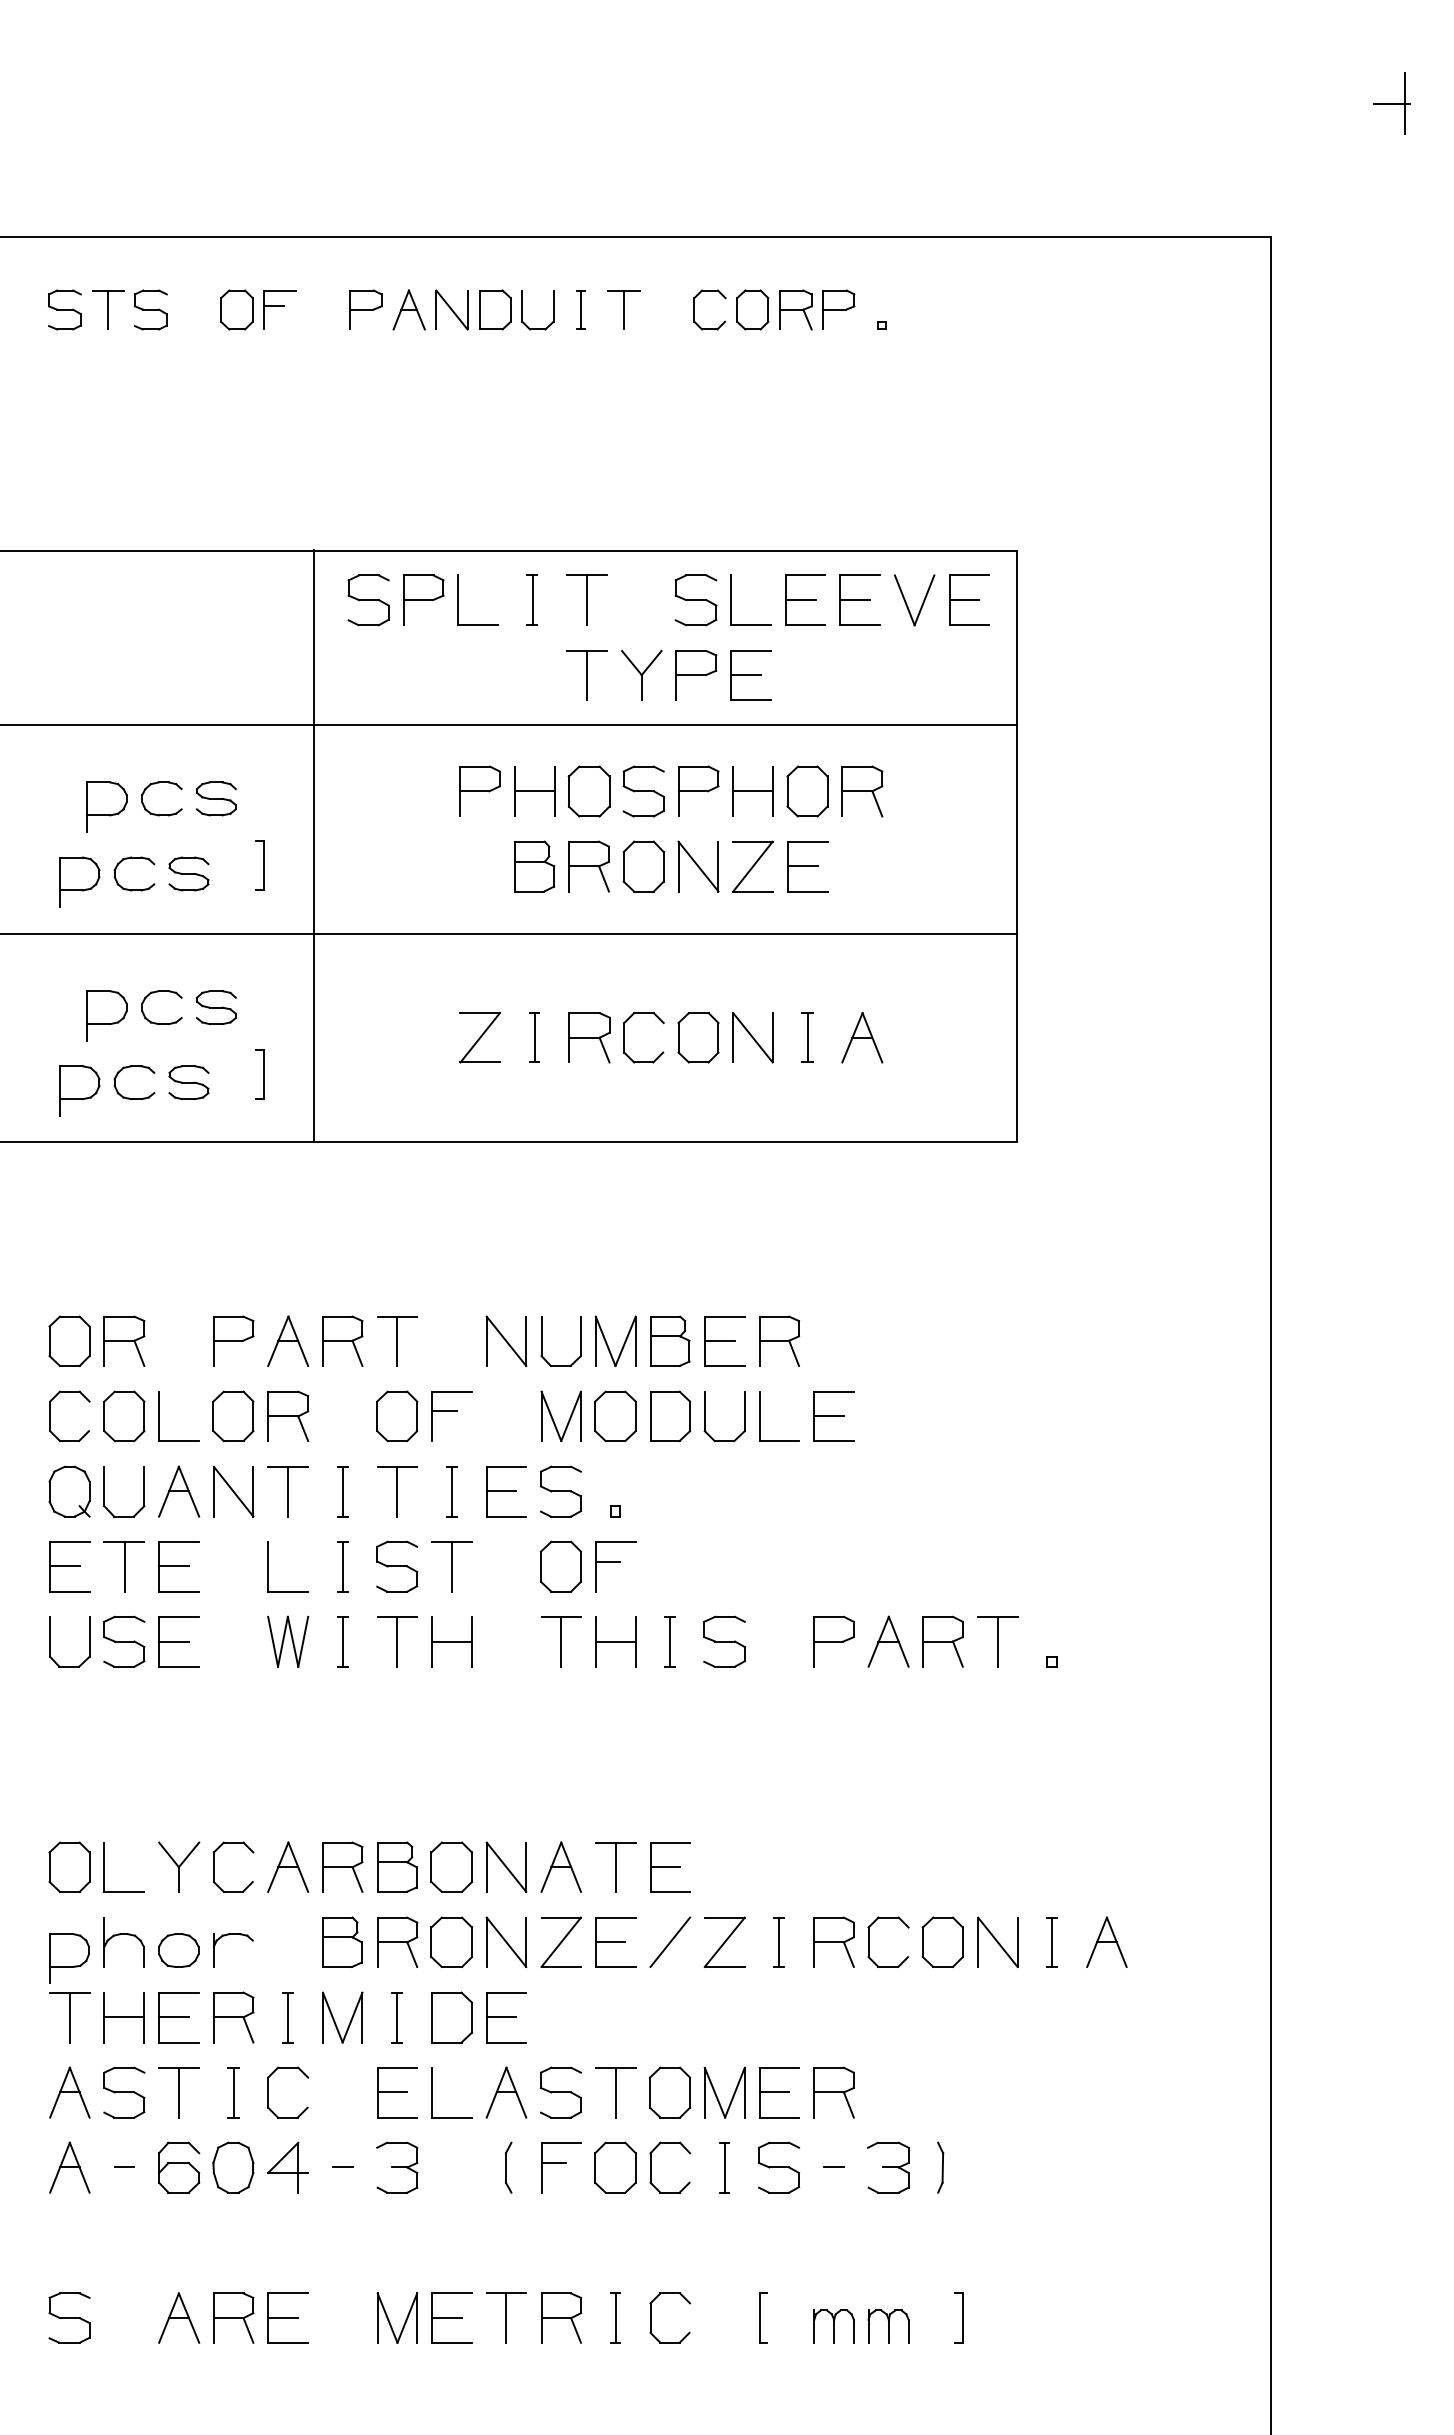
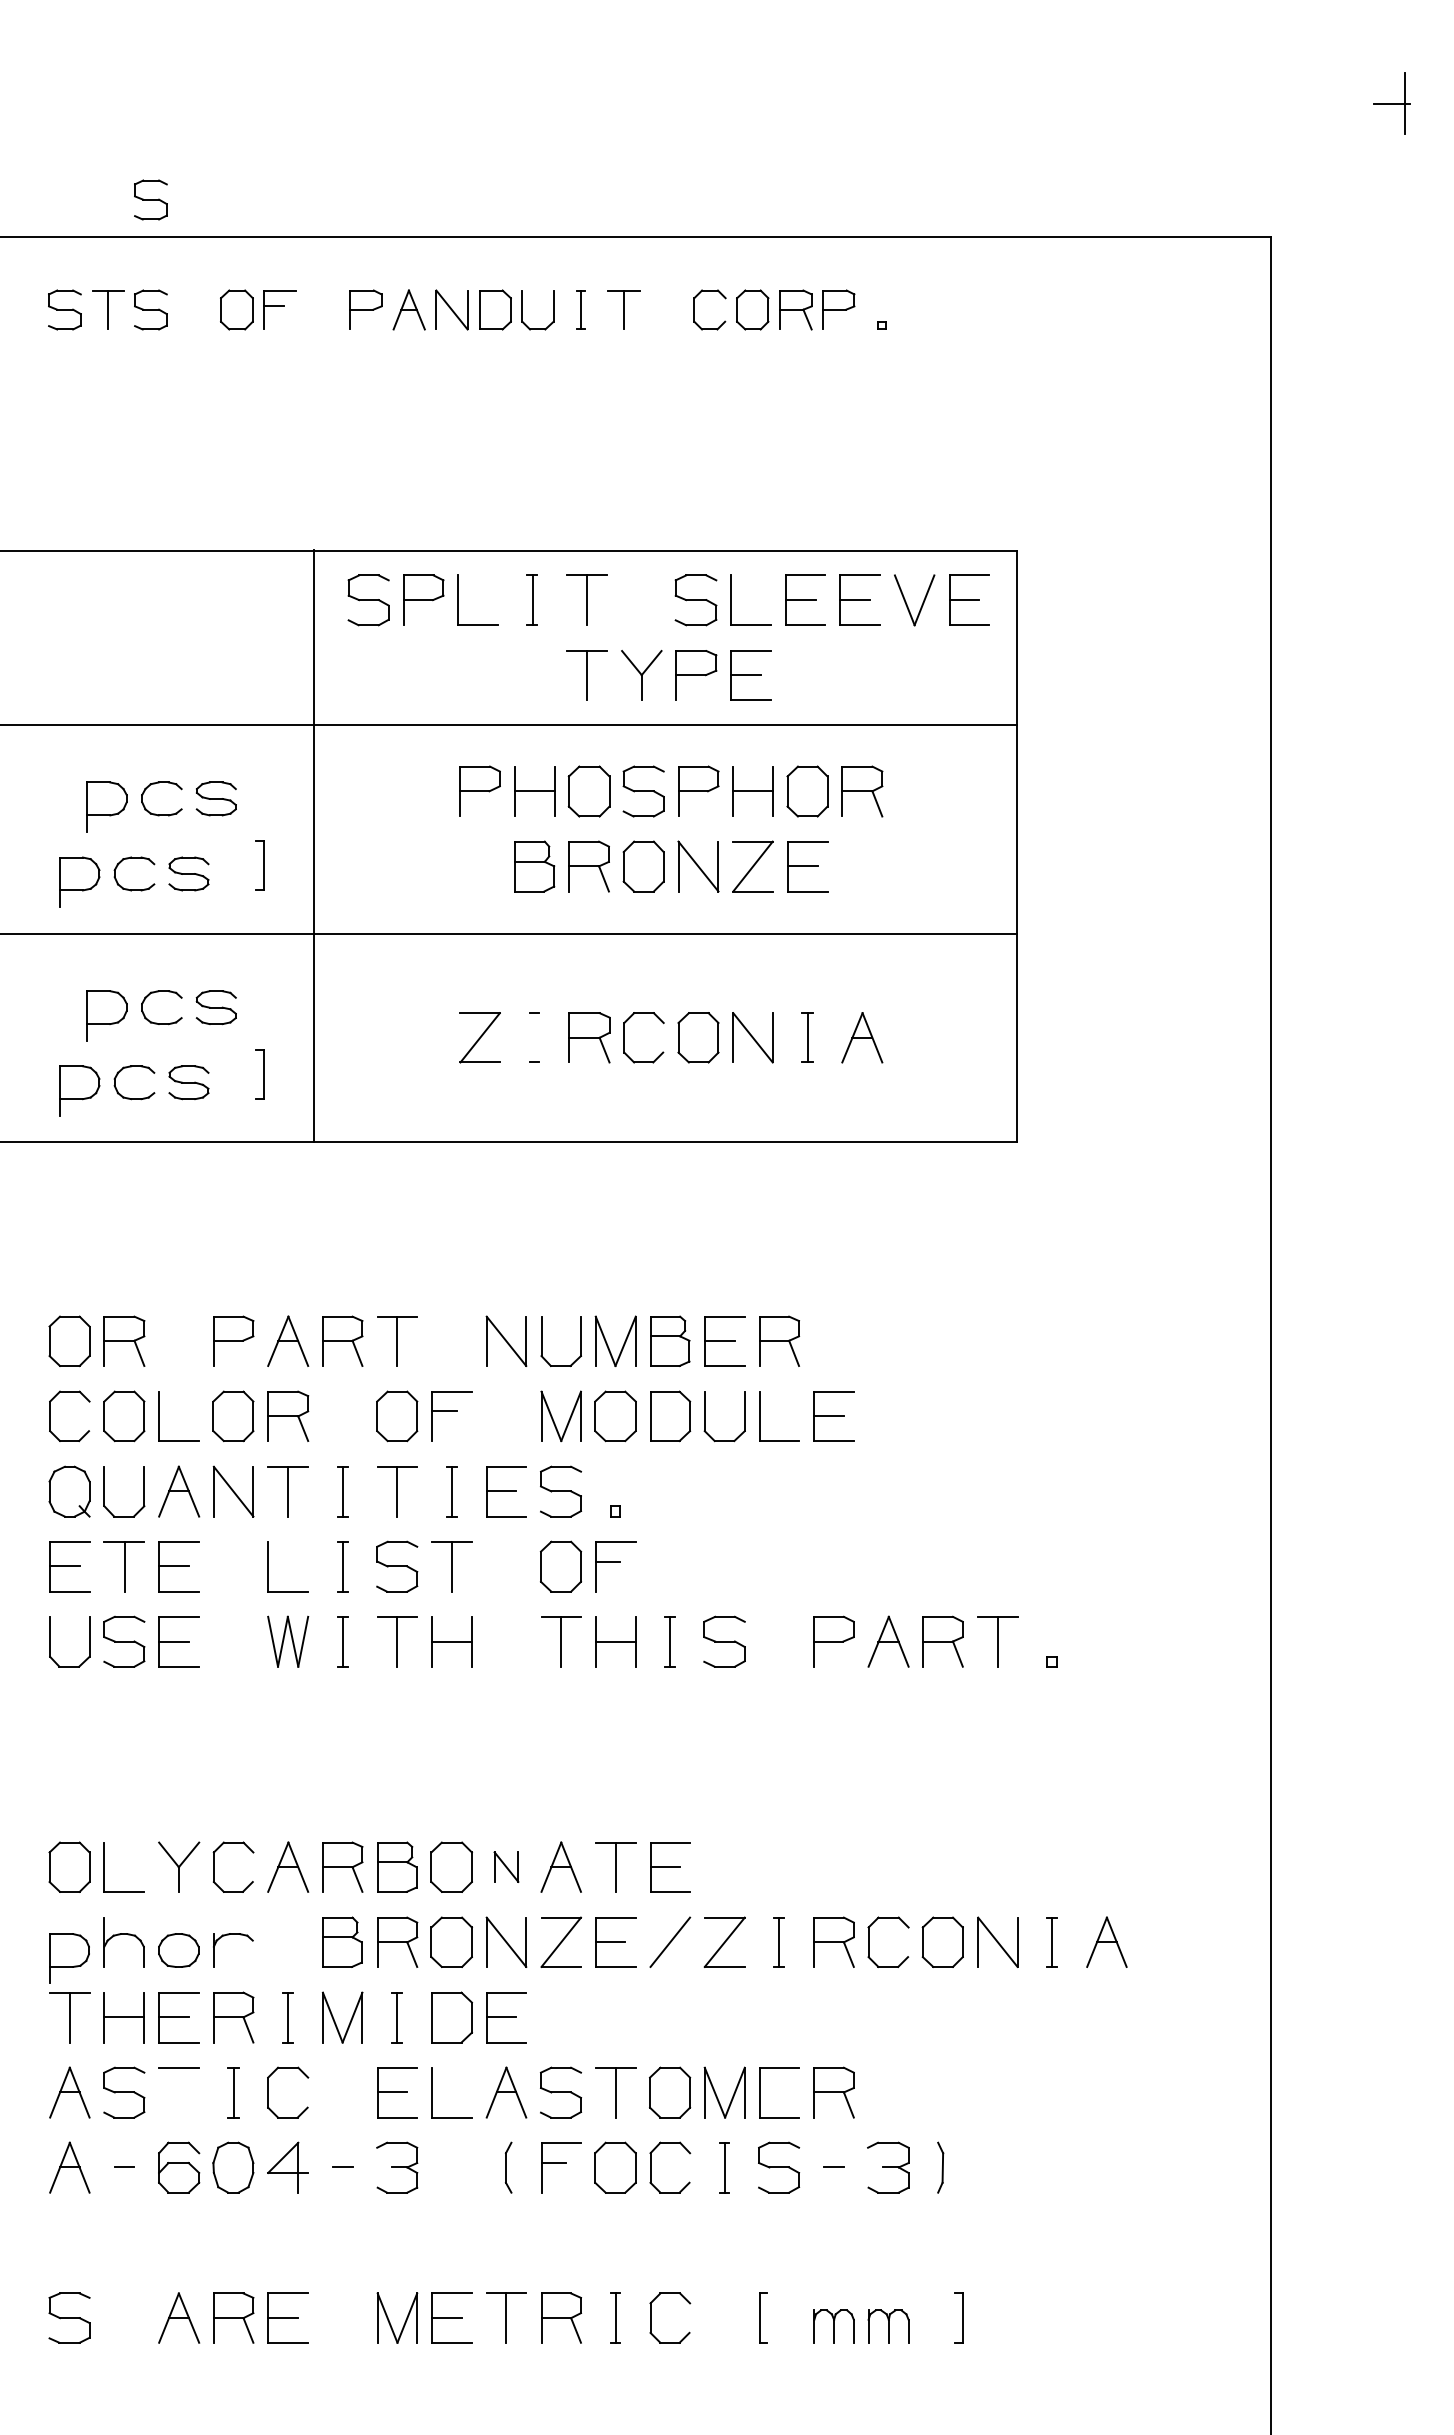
part at (150, 199): none -> present
line at (534, 1037): present -> none
part at (506, 1866) size: 43x52 px -> 27x32 px
line at (178, 2092): present -> none
line at (774, 2092): present -> none
